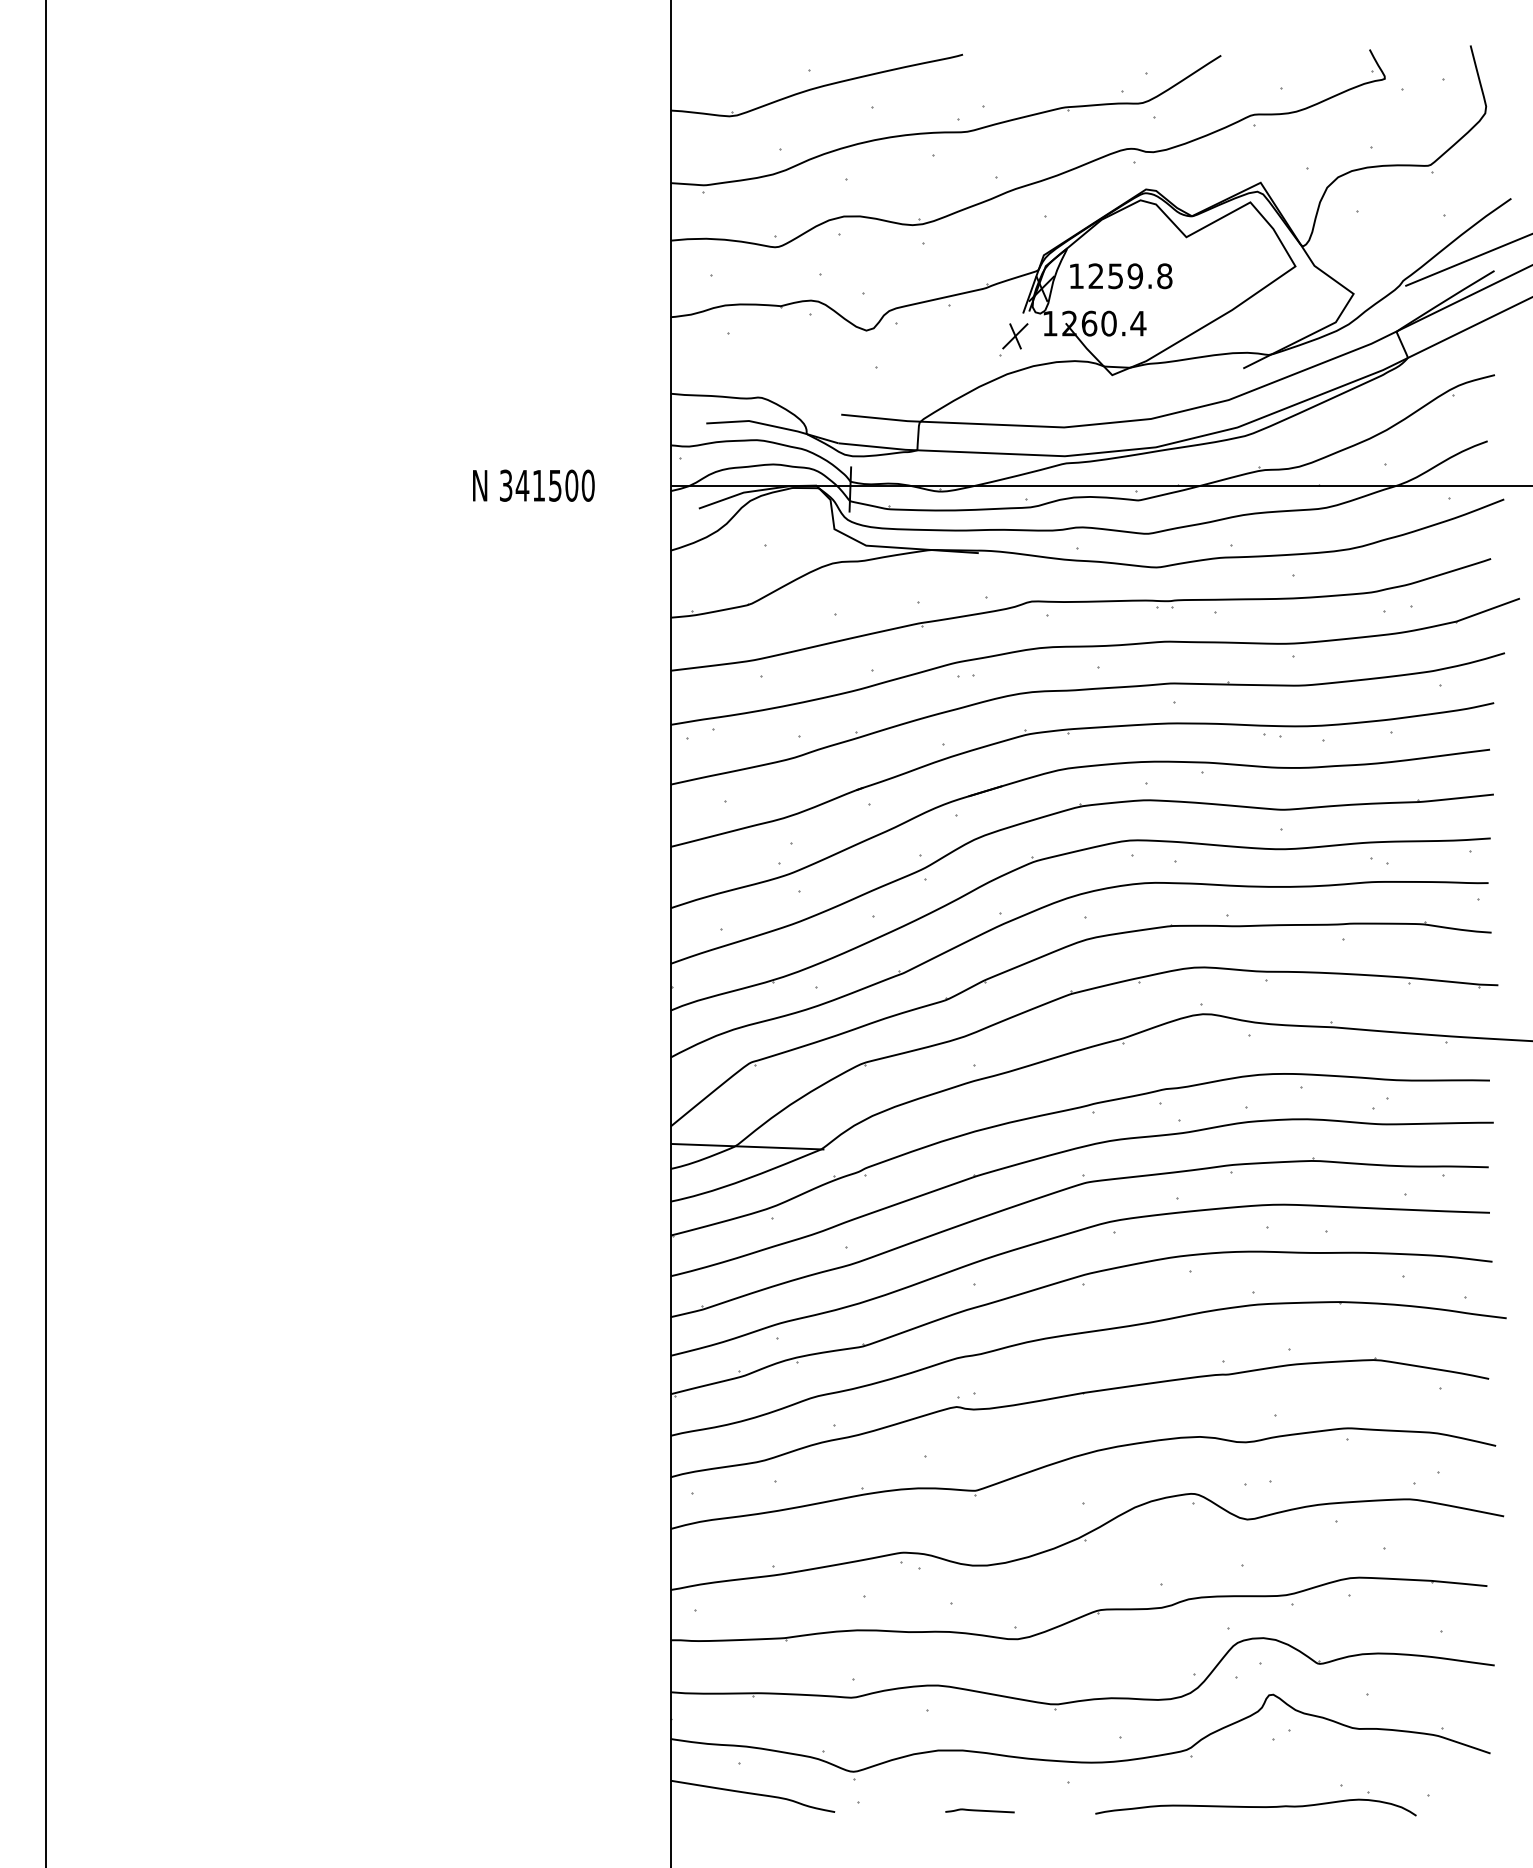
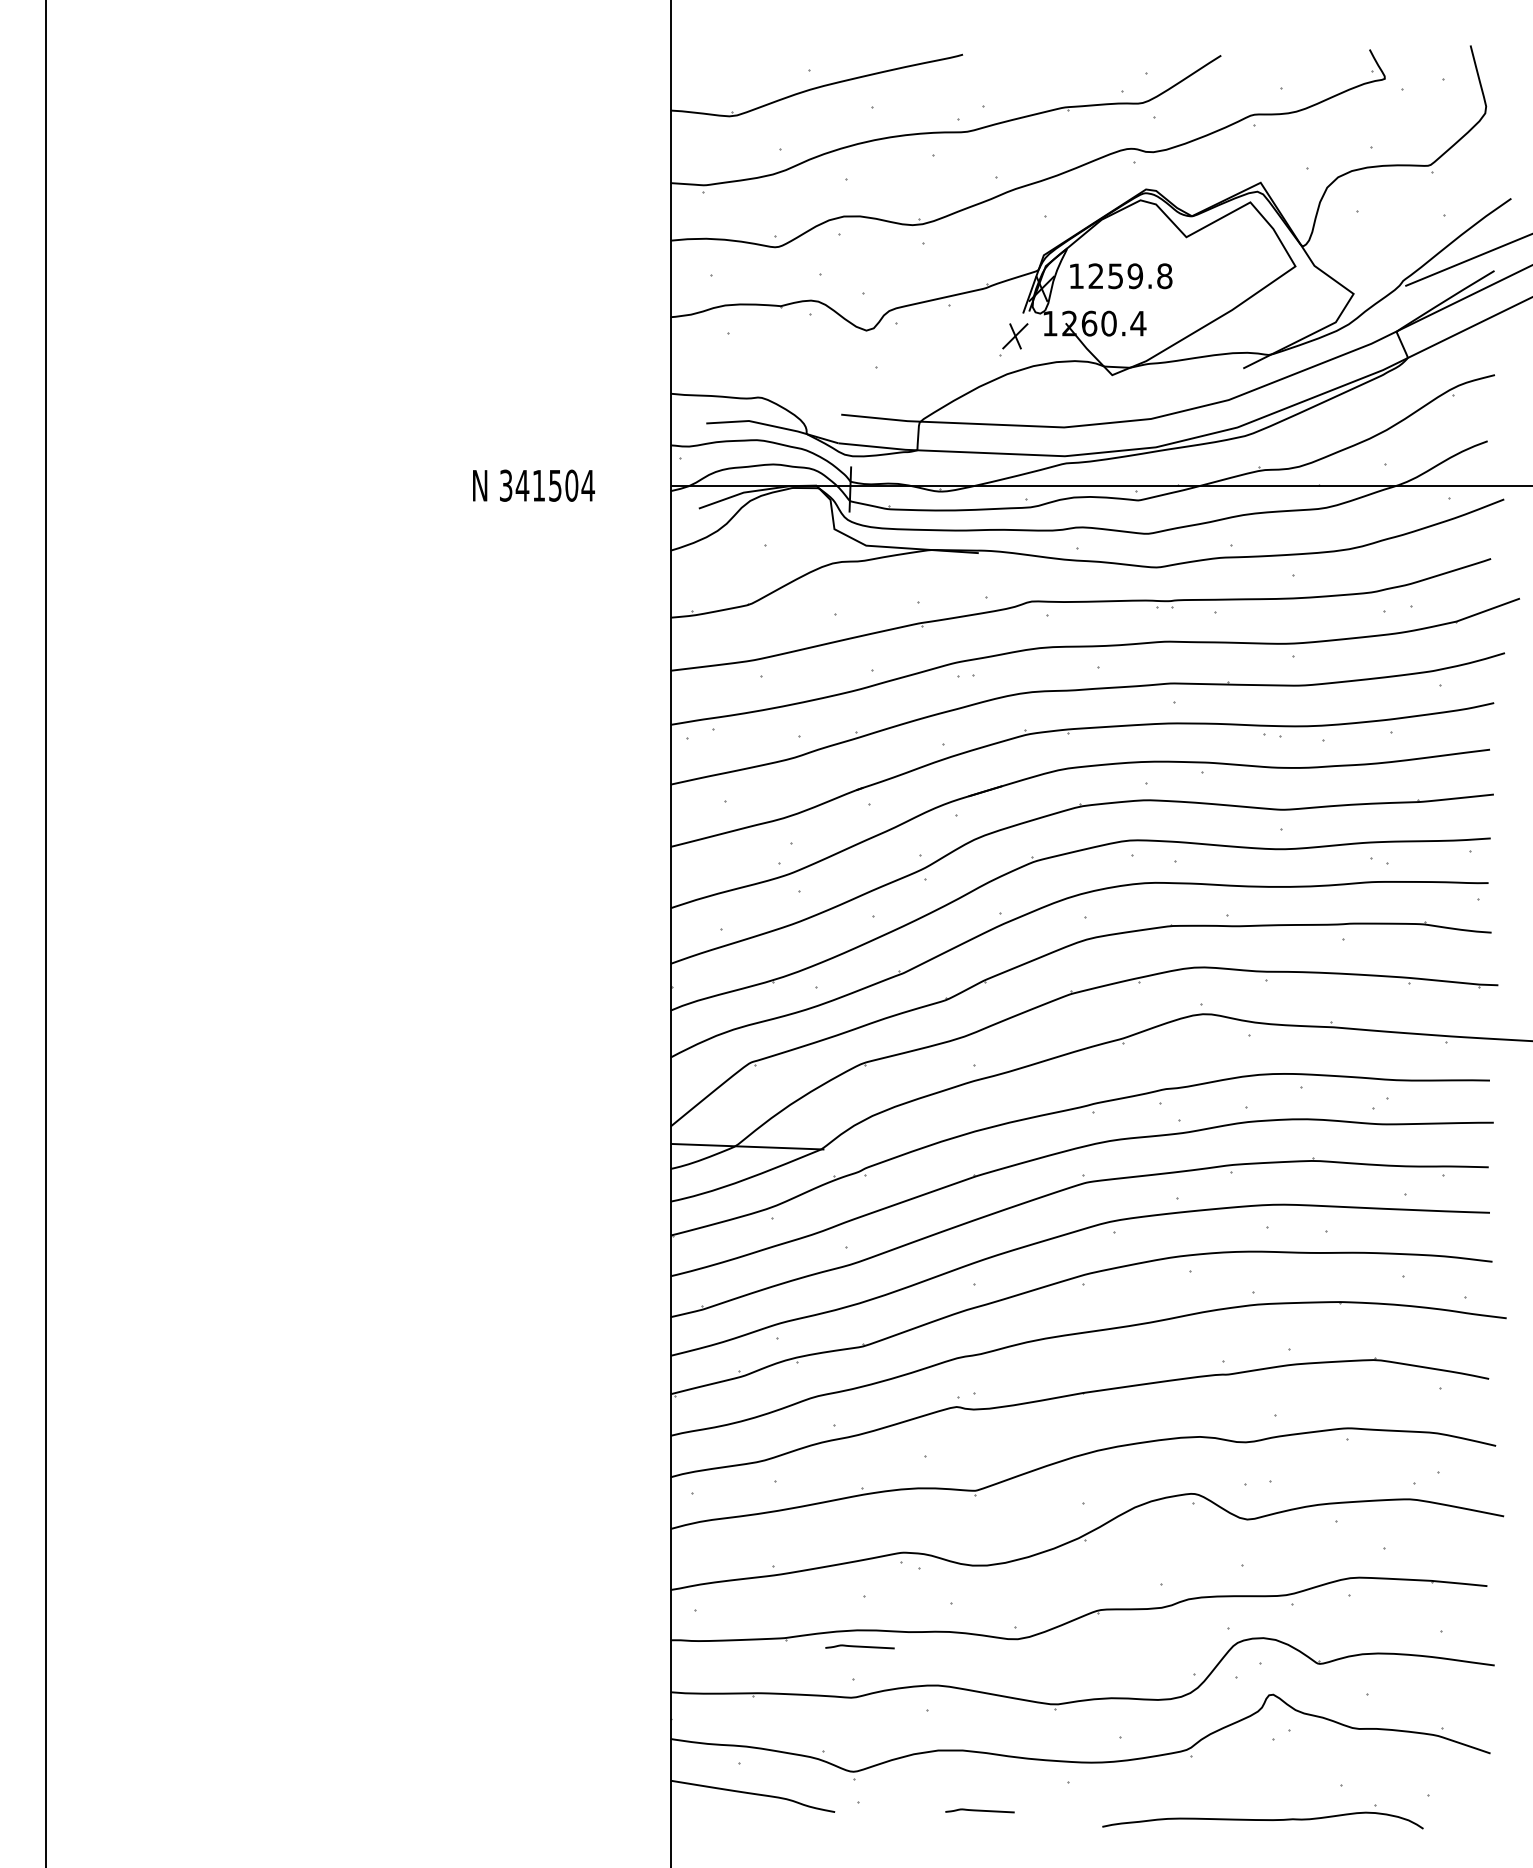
text at (588, 485): 341500 -> 341504
curve at (859, 1646): none -> present
part at (1255, 1803) position: (1255, 1803) -> (1262, 1816)
